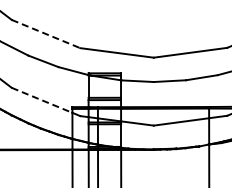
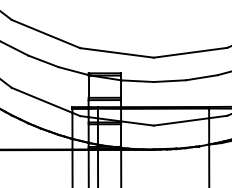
line at (46, 34): dashed -> solid
line at (42, 100): dashed -> solid
